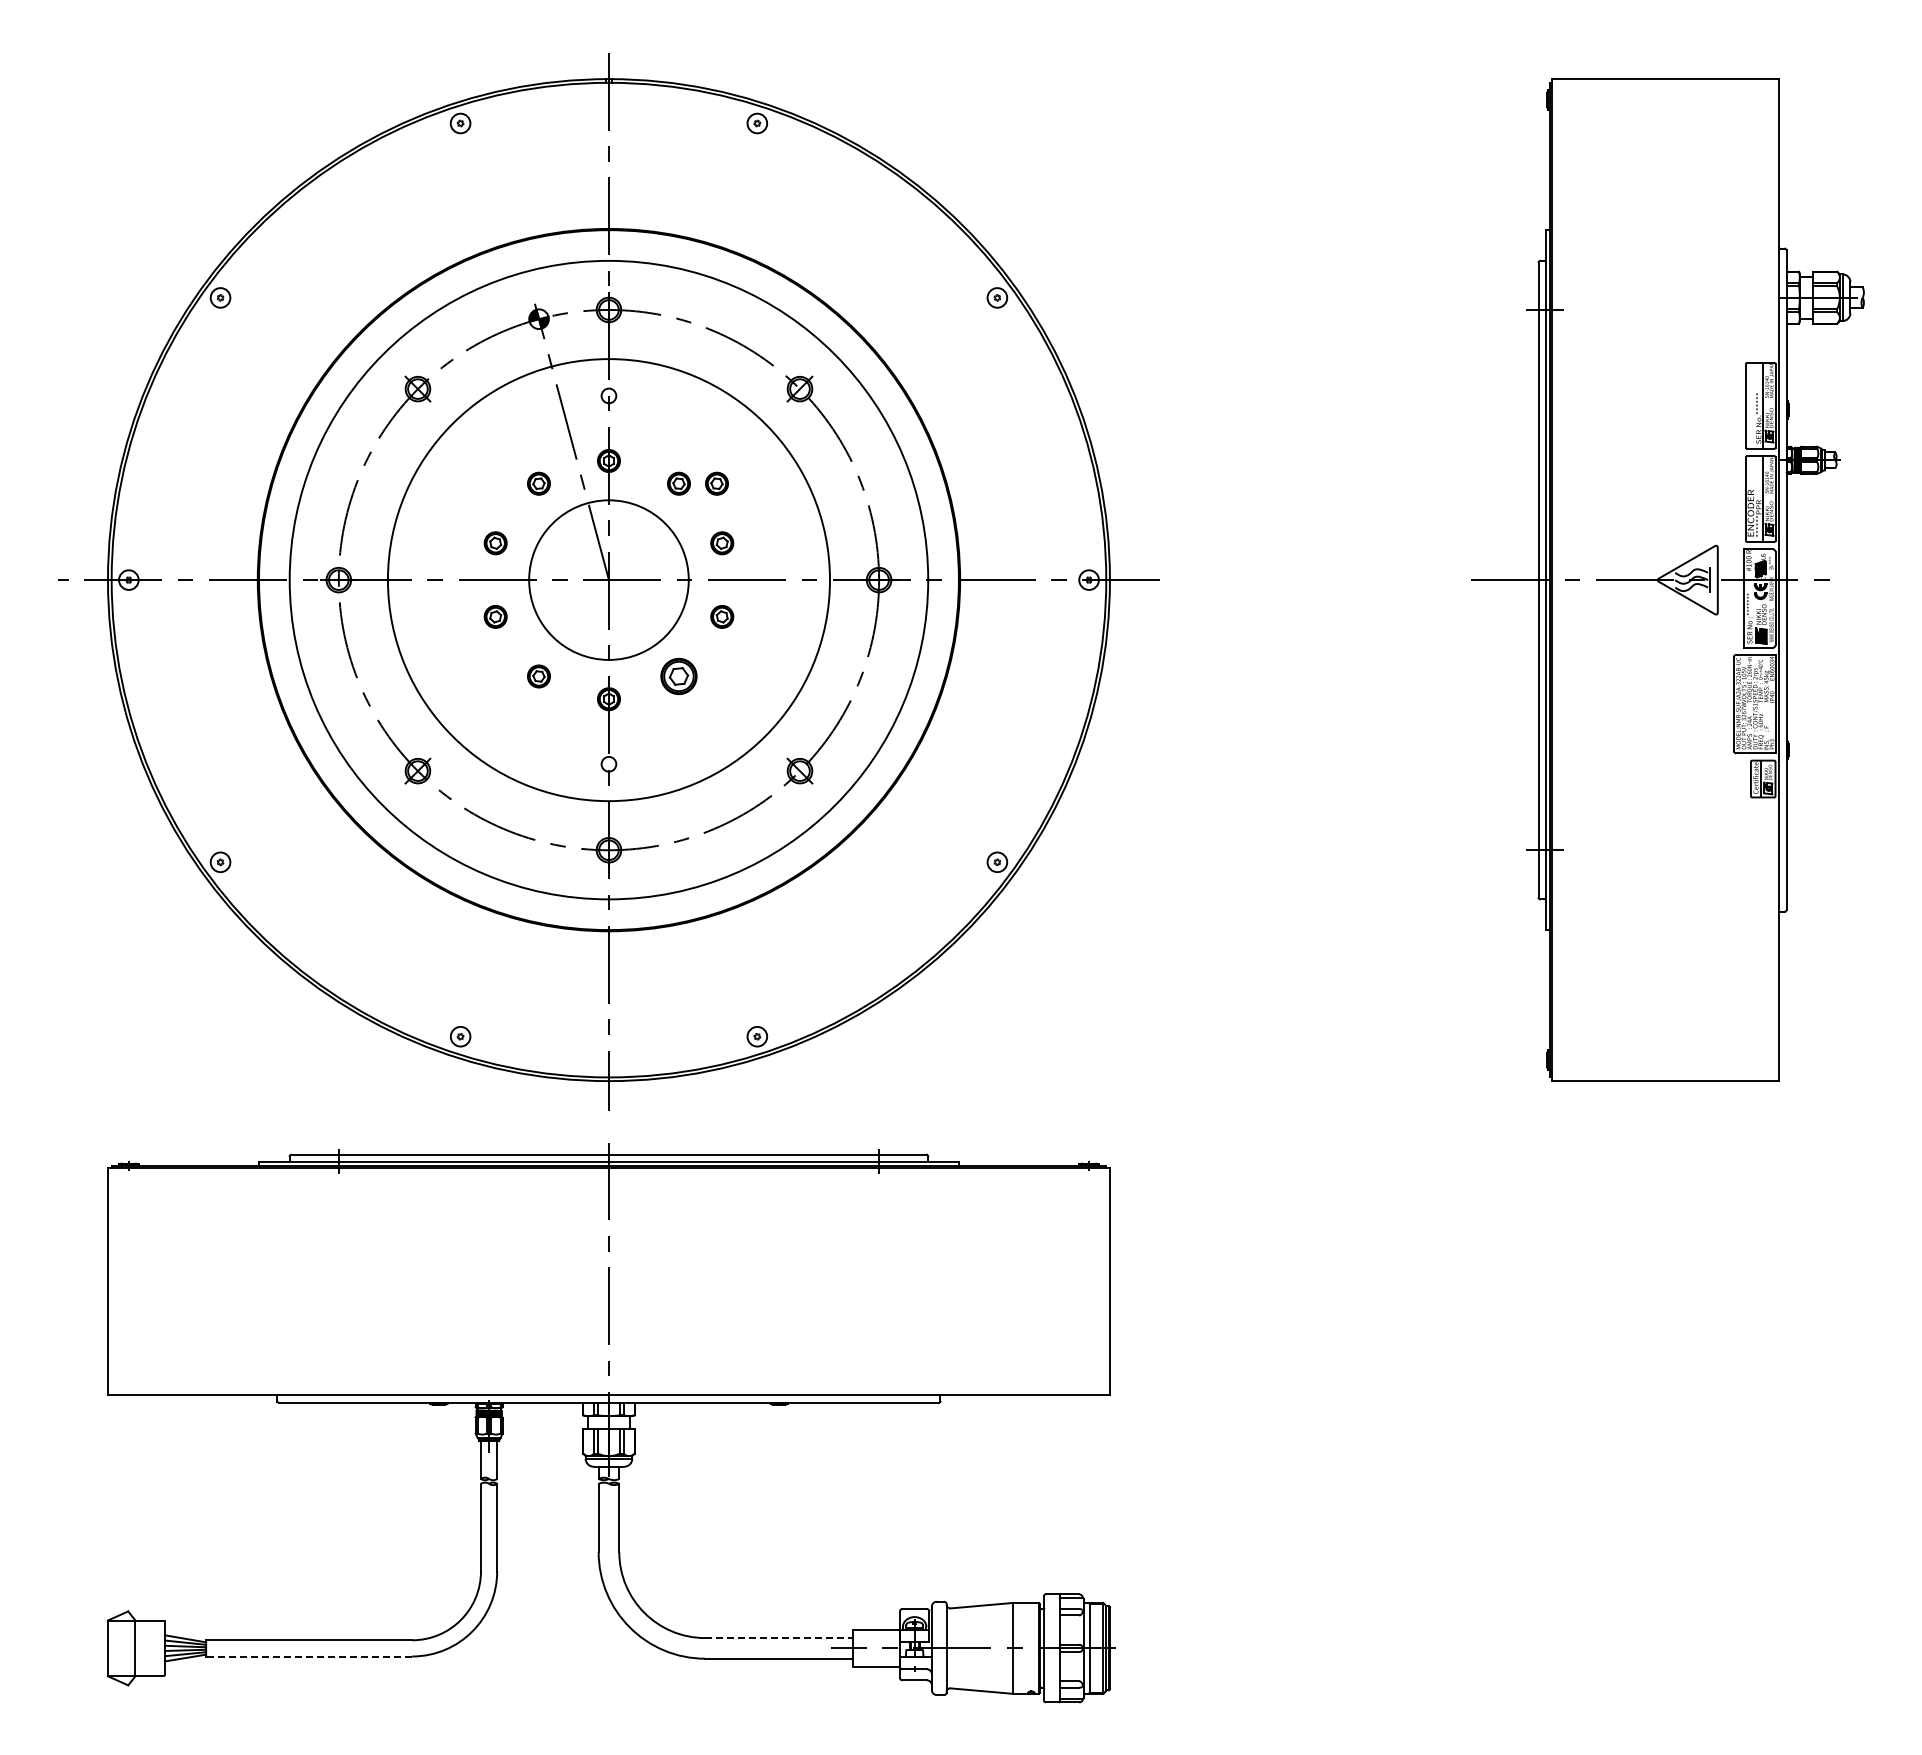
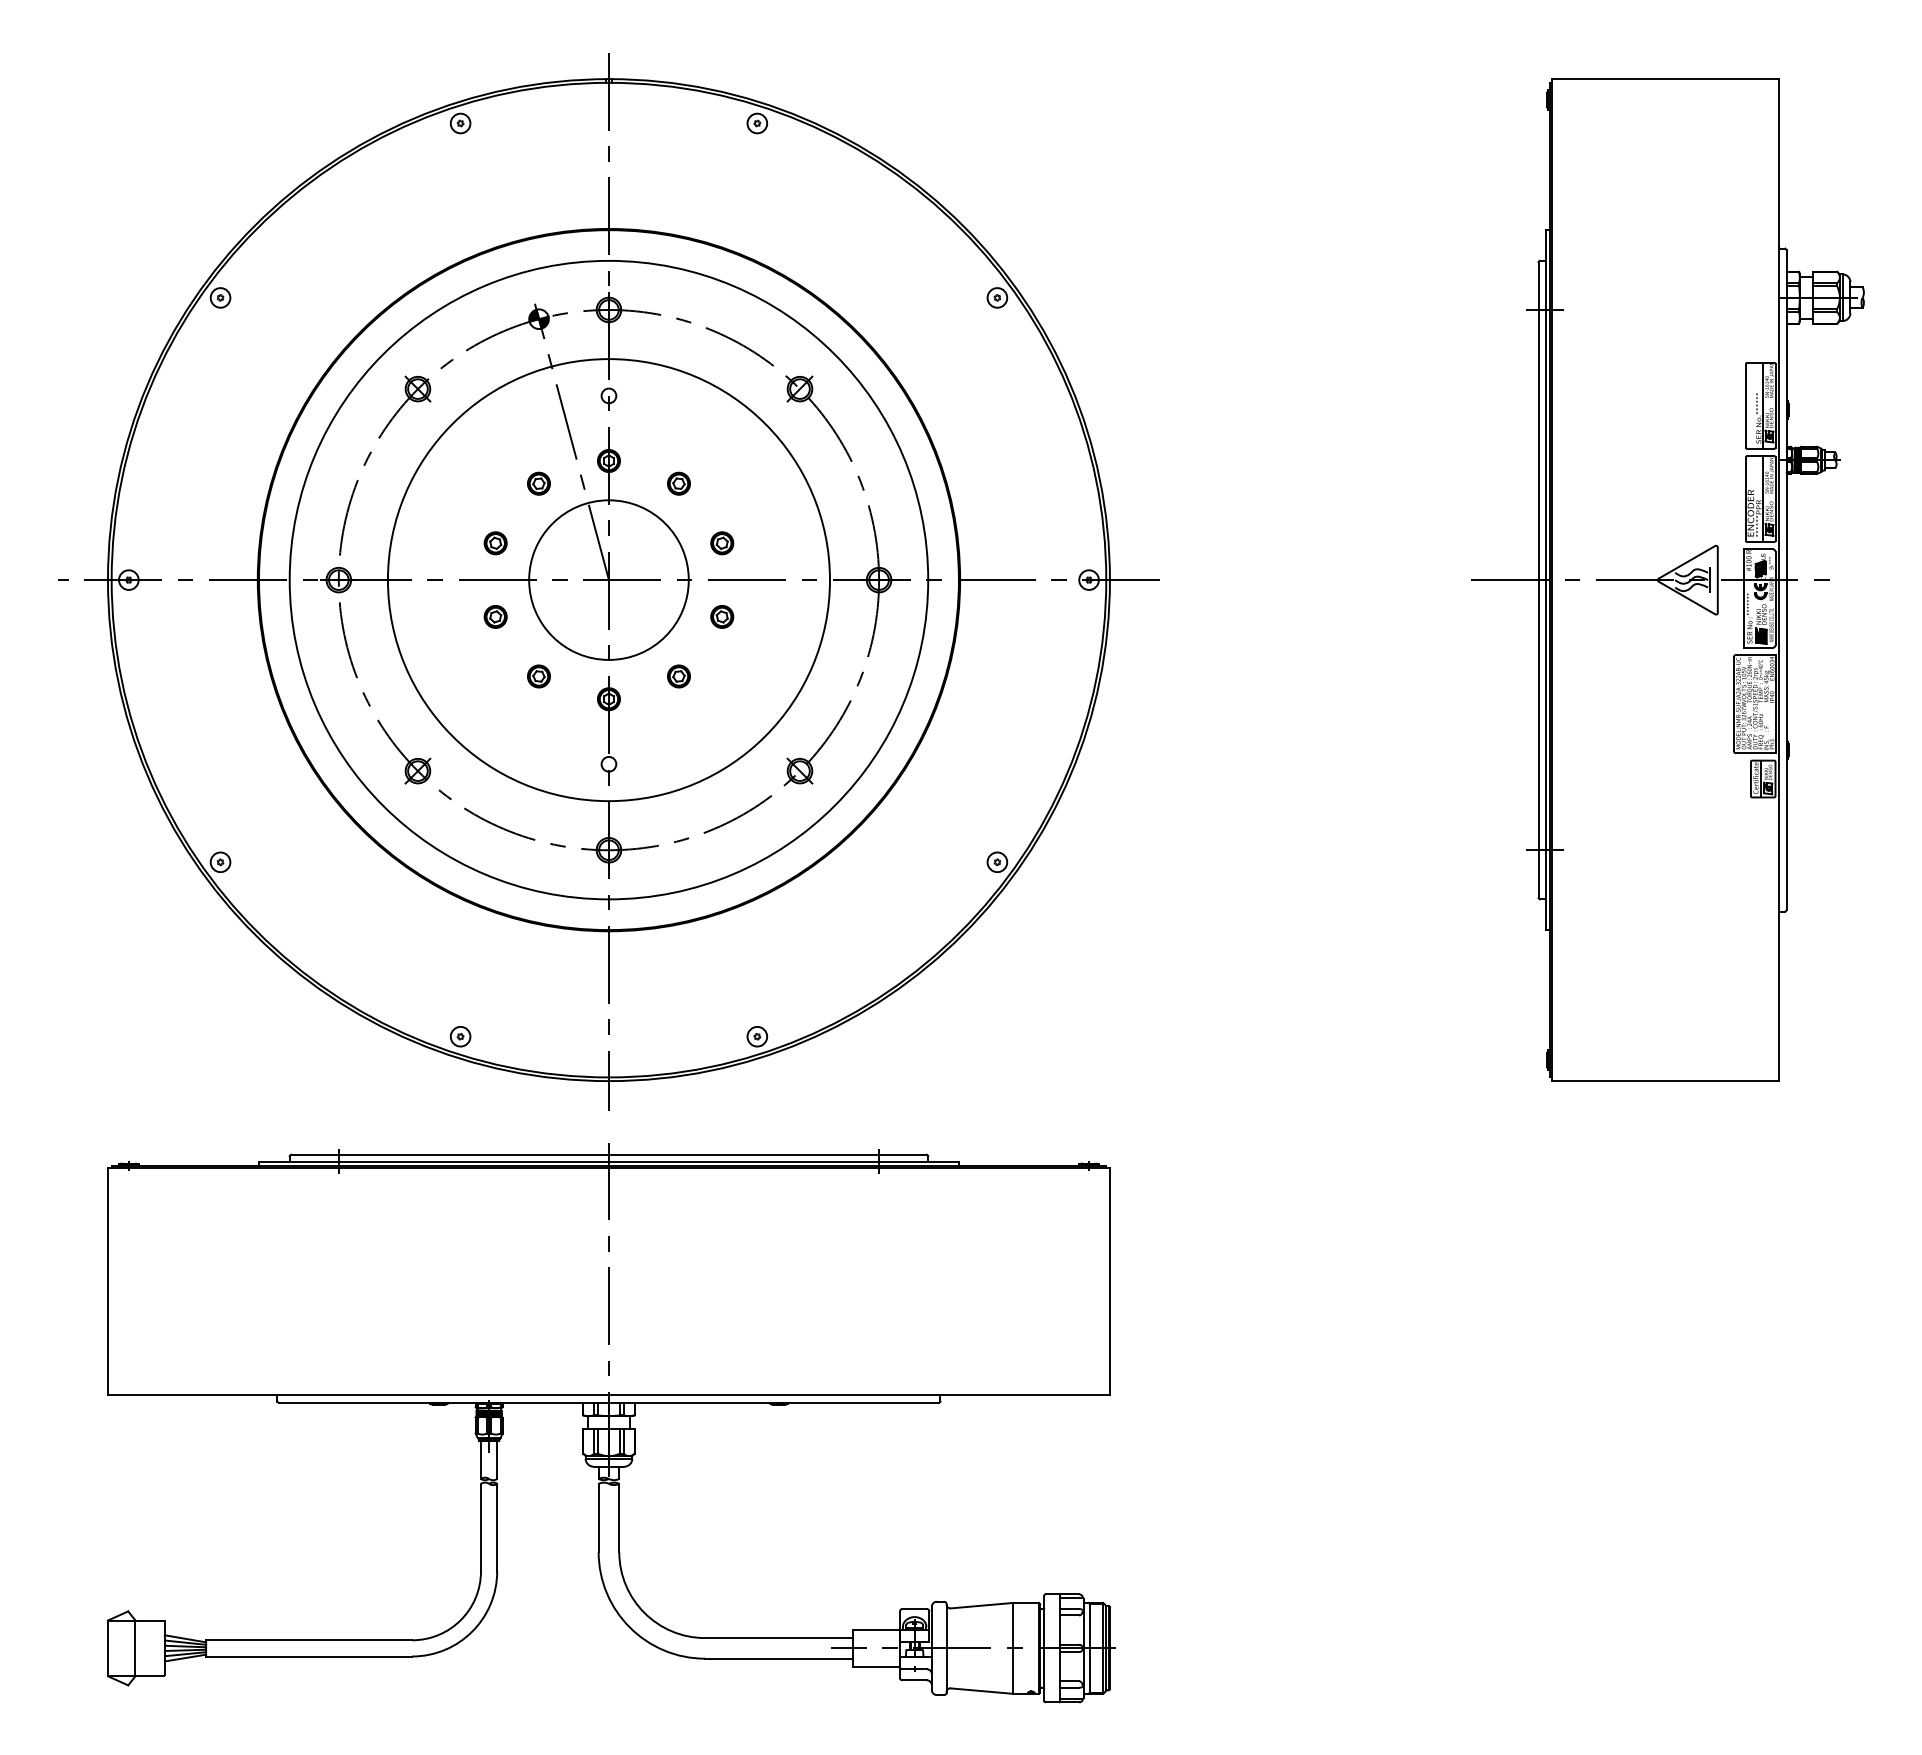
part at (716, 483): present -> none
part at (678, 675) size: 38x38 px -> 24x25 px
line at (779, 1638): dashed -> solid
line at (308, 1656): dashed -> solid
